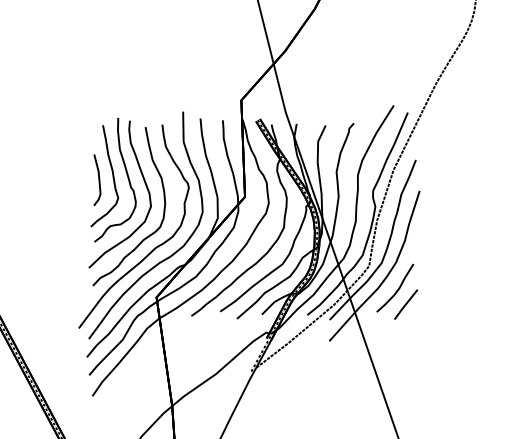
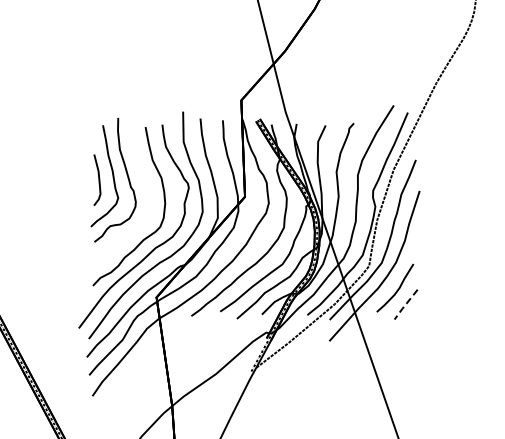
curve at (145, 186): present -> none
line at (405, 305): solid -> dashed
